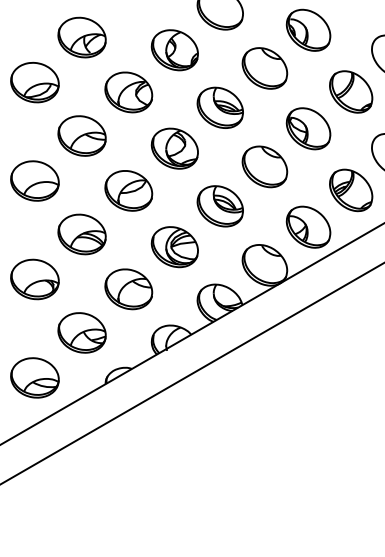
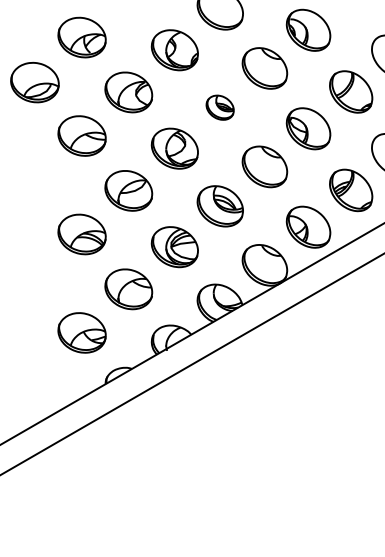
part at (219, 107) size: 48x43 px -> 30x27 px
part at (34, 180): present -> none
part at (34, 279): present -> none
line at (191, 373) position: (191, 373) -> (191, 364)
part at (34, 377): present -> none
